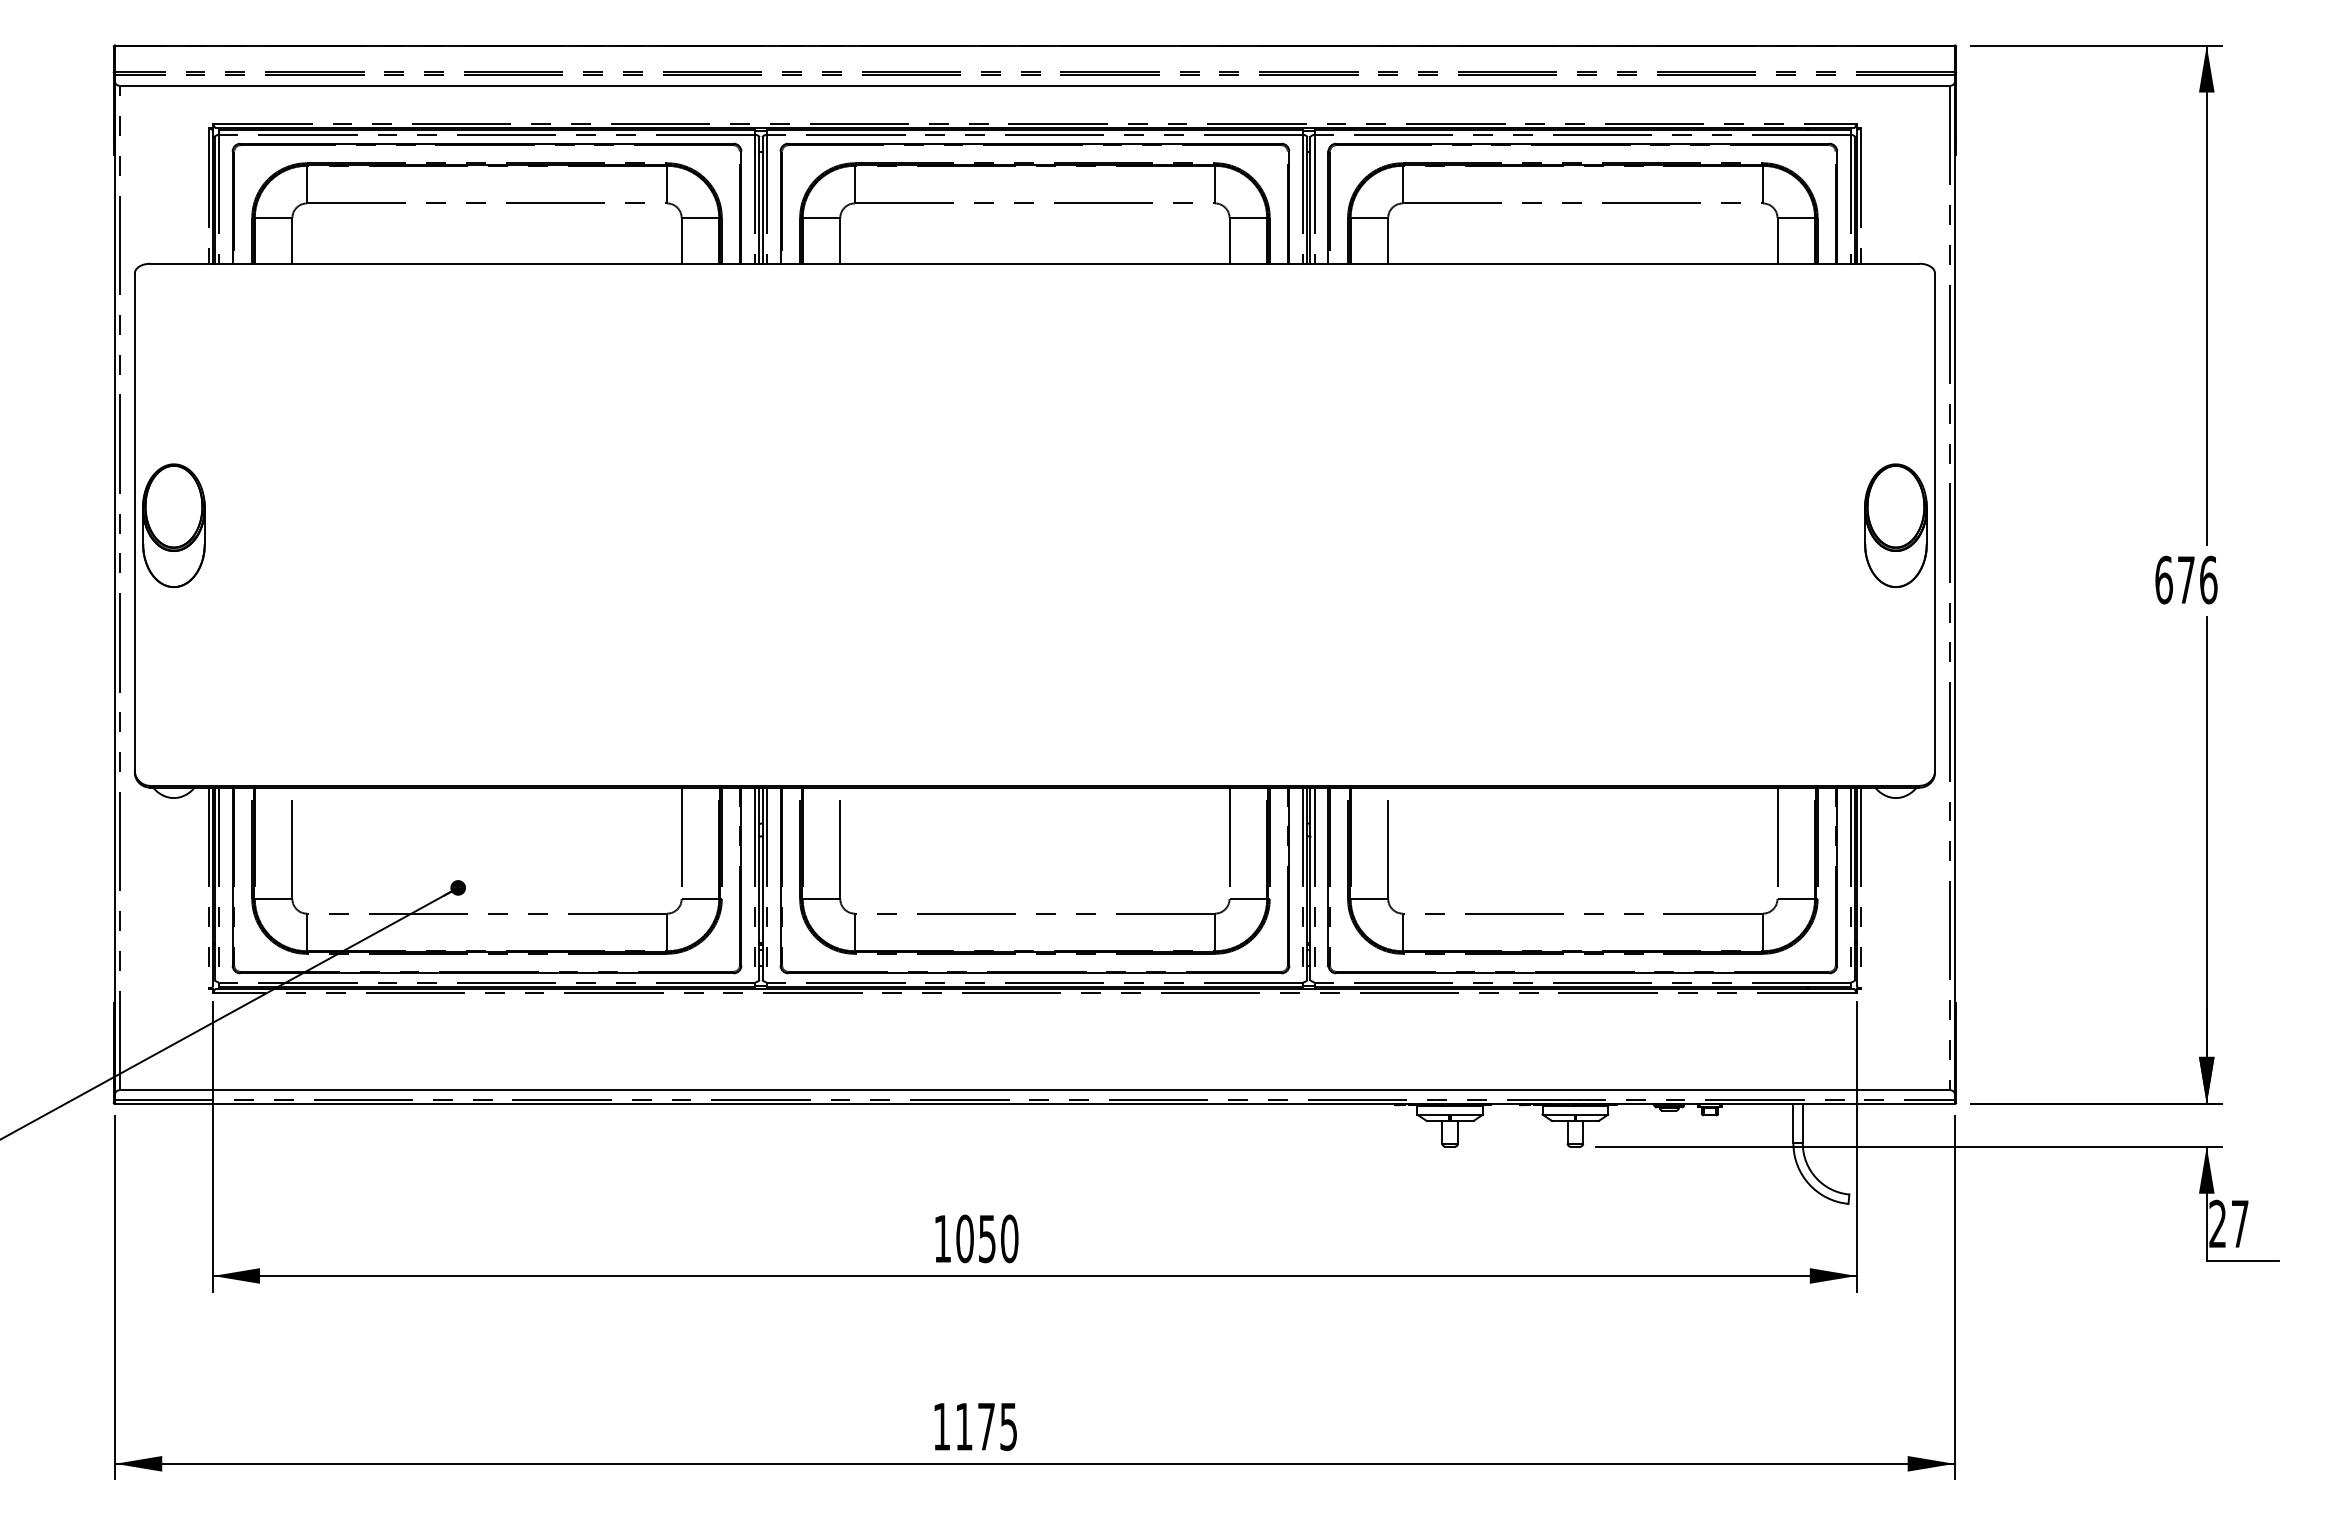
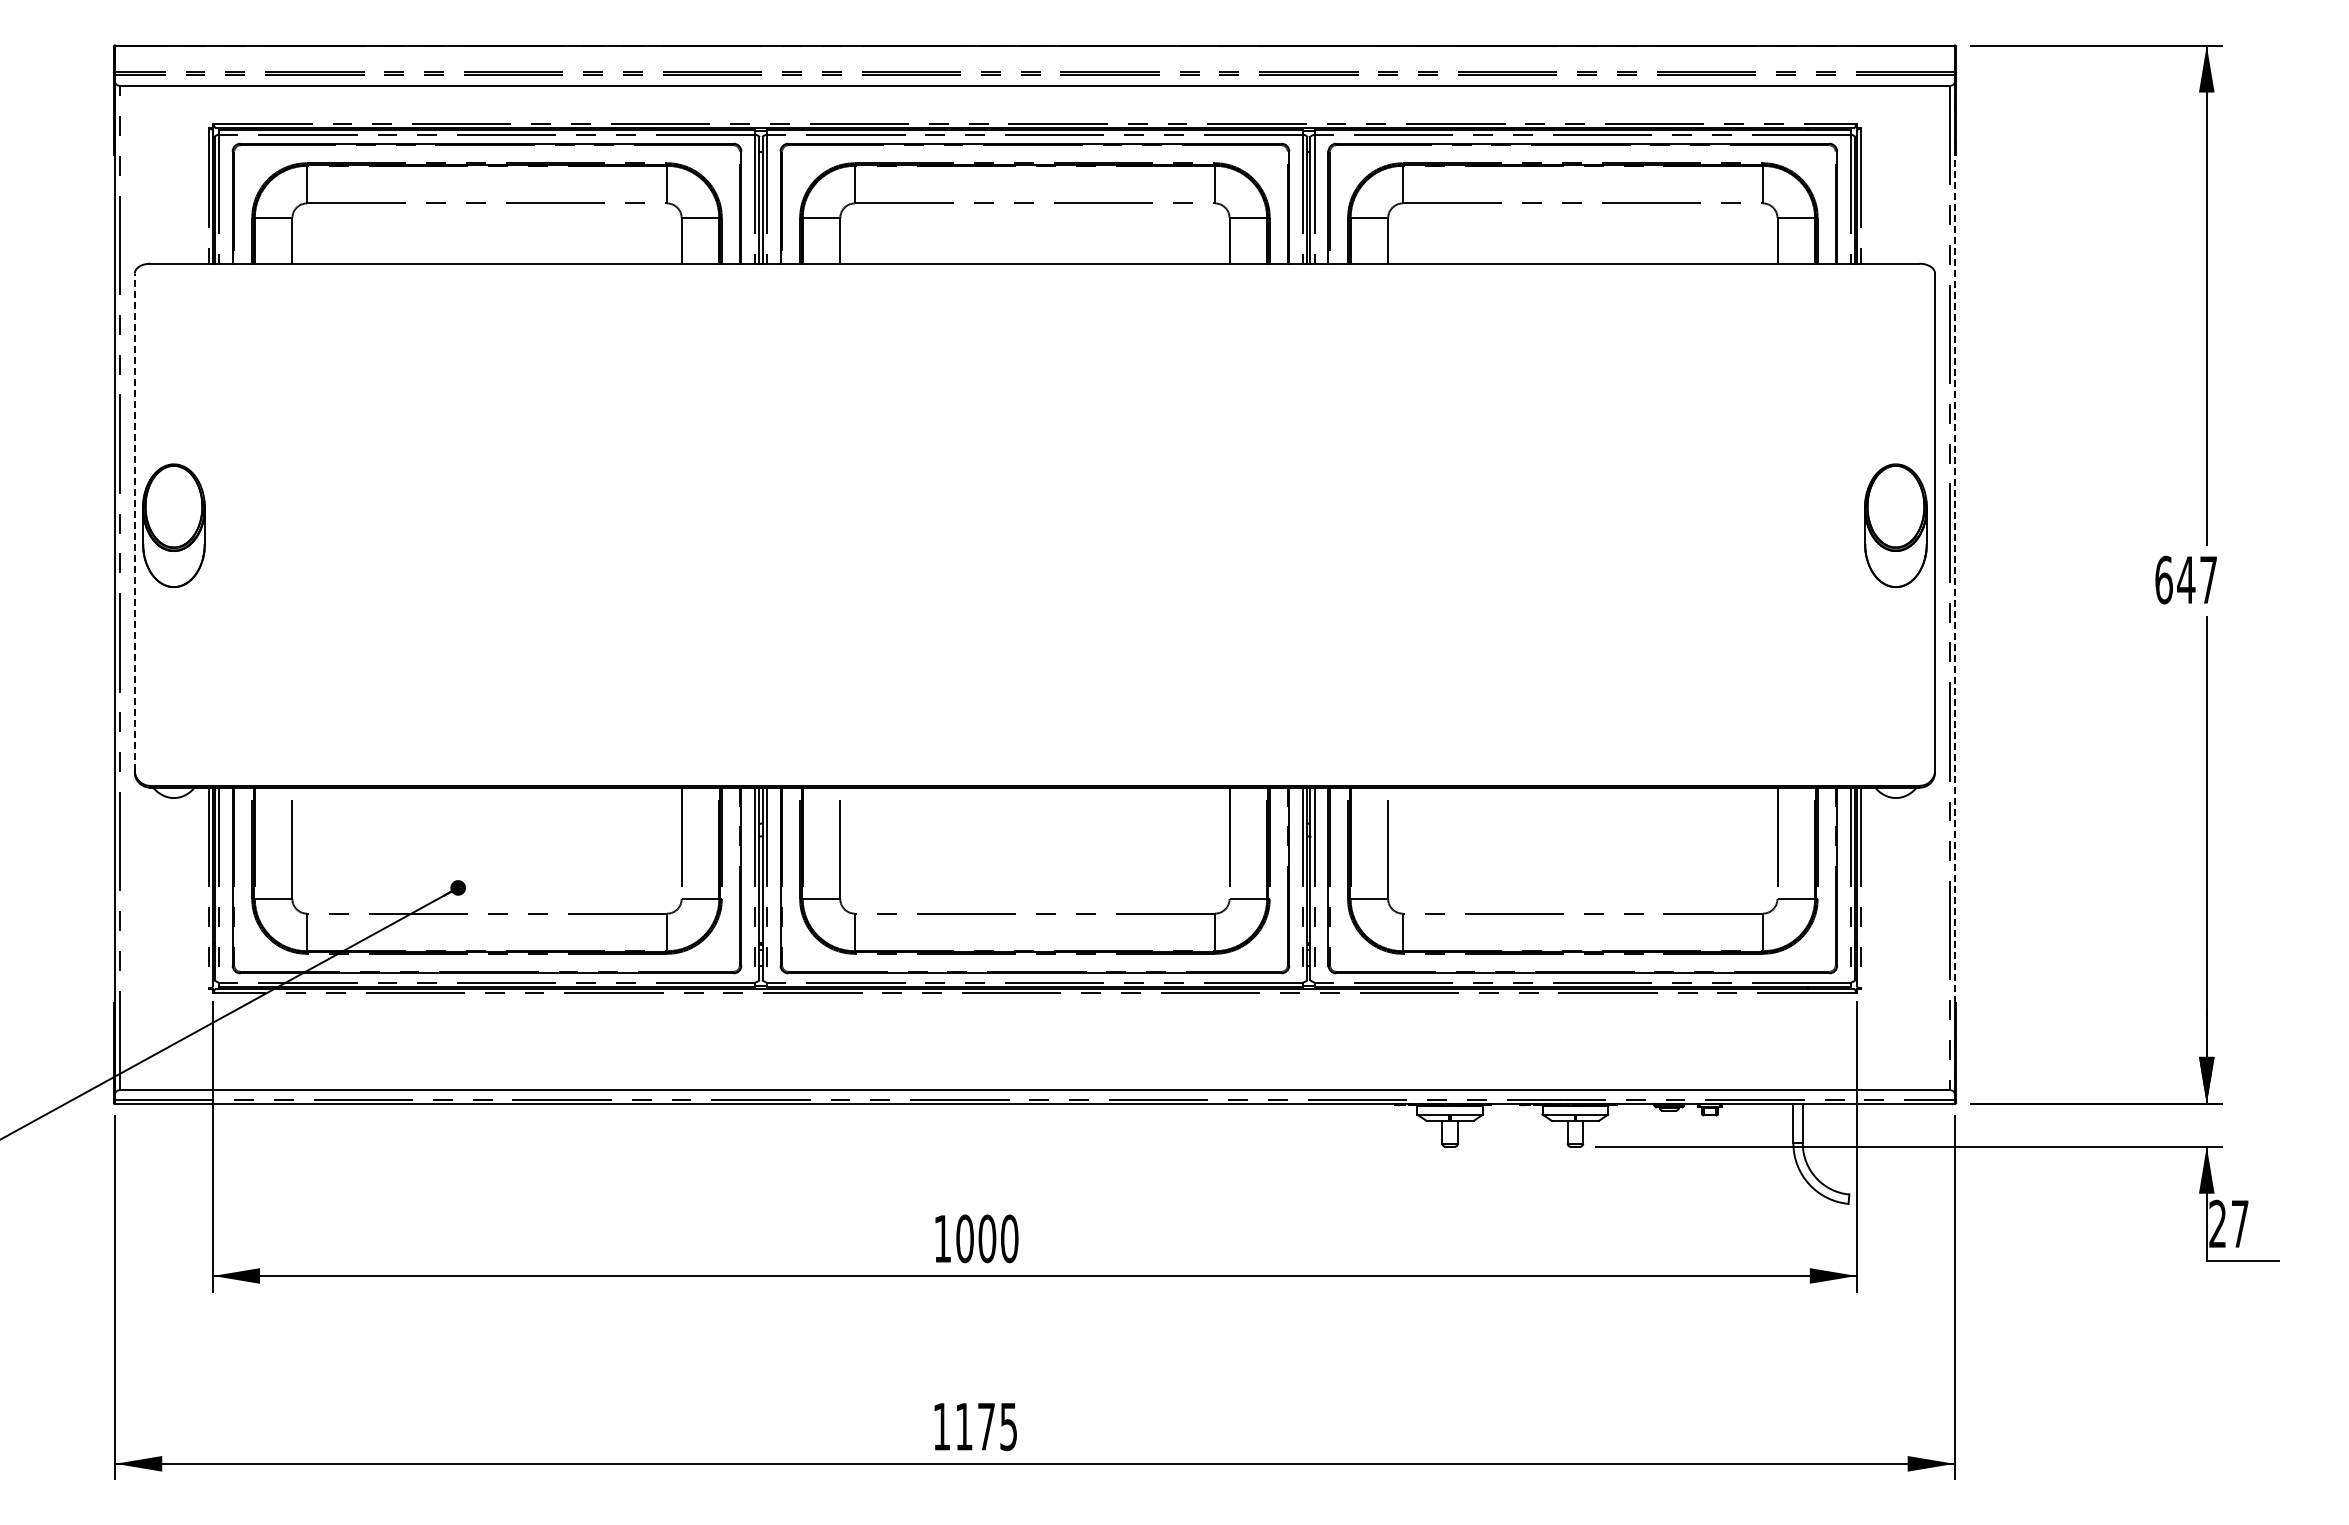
line at (134, 521): solid -> dashed
text at (2197, 579): 676 -> 647
line at (1954, 588): solid -> dashed
text at (987, 1238): 1050 -> 1000
